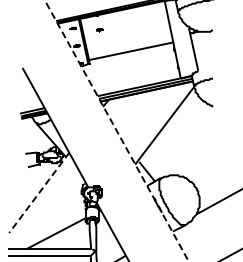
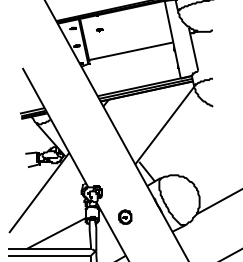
line at (116, 130): dashed -> solid
line at (39, 193): dashed -> solid
part at (125, 216): none -> present
